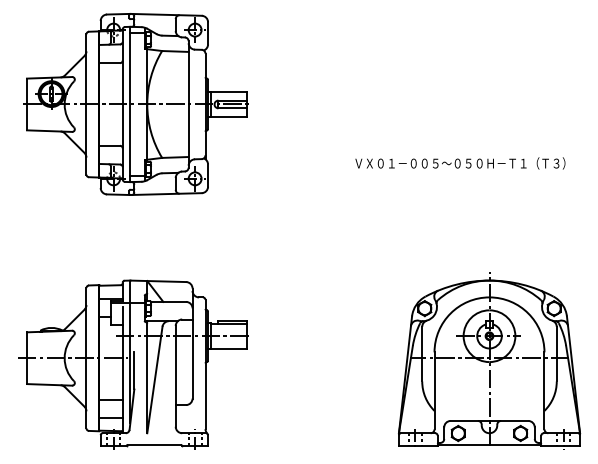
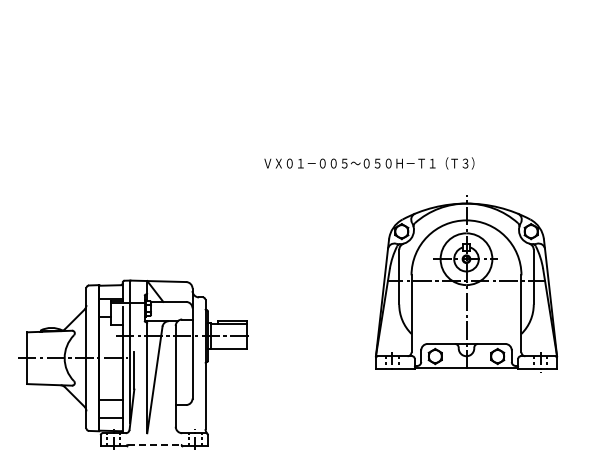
part at (135, 104): present -> none
text at (460, 163) position: (460, 163) -> (369, 163)
part at (489, 360) position: (489, 360) -> (466, 283)
line at (154, 444): solid -> dashed
